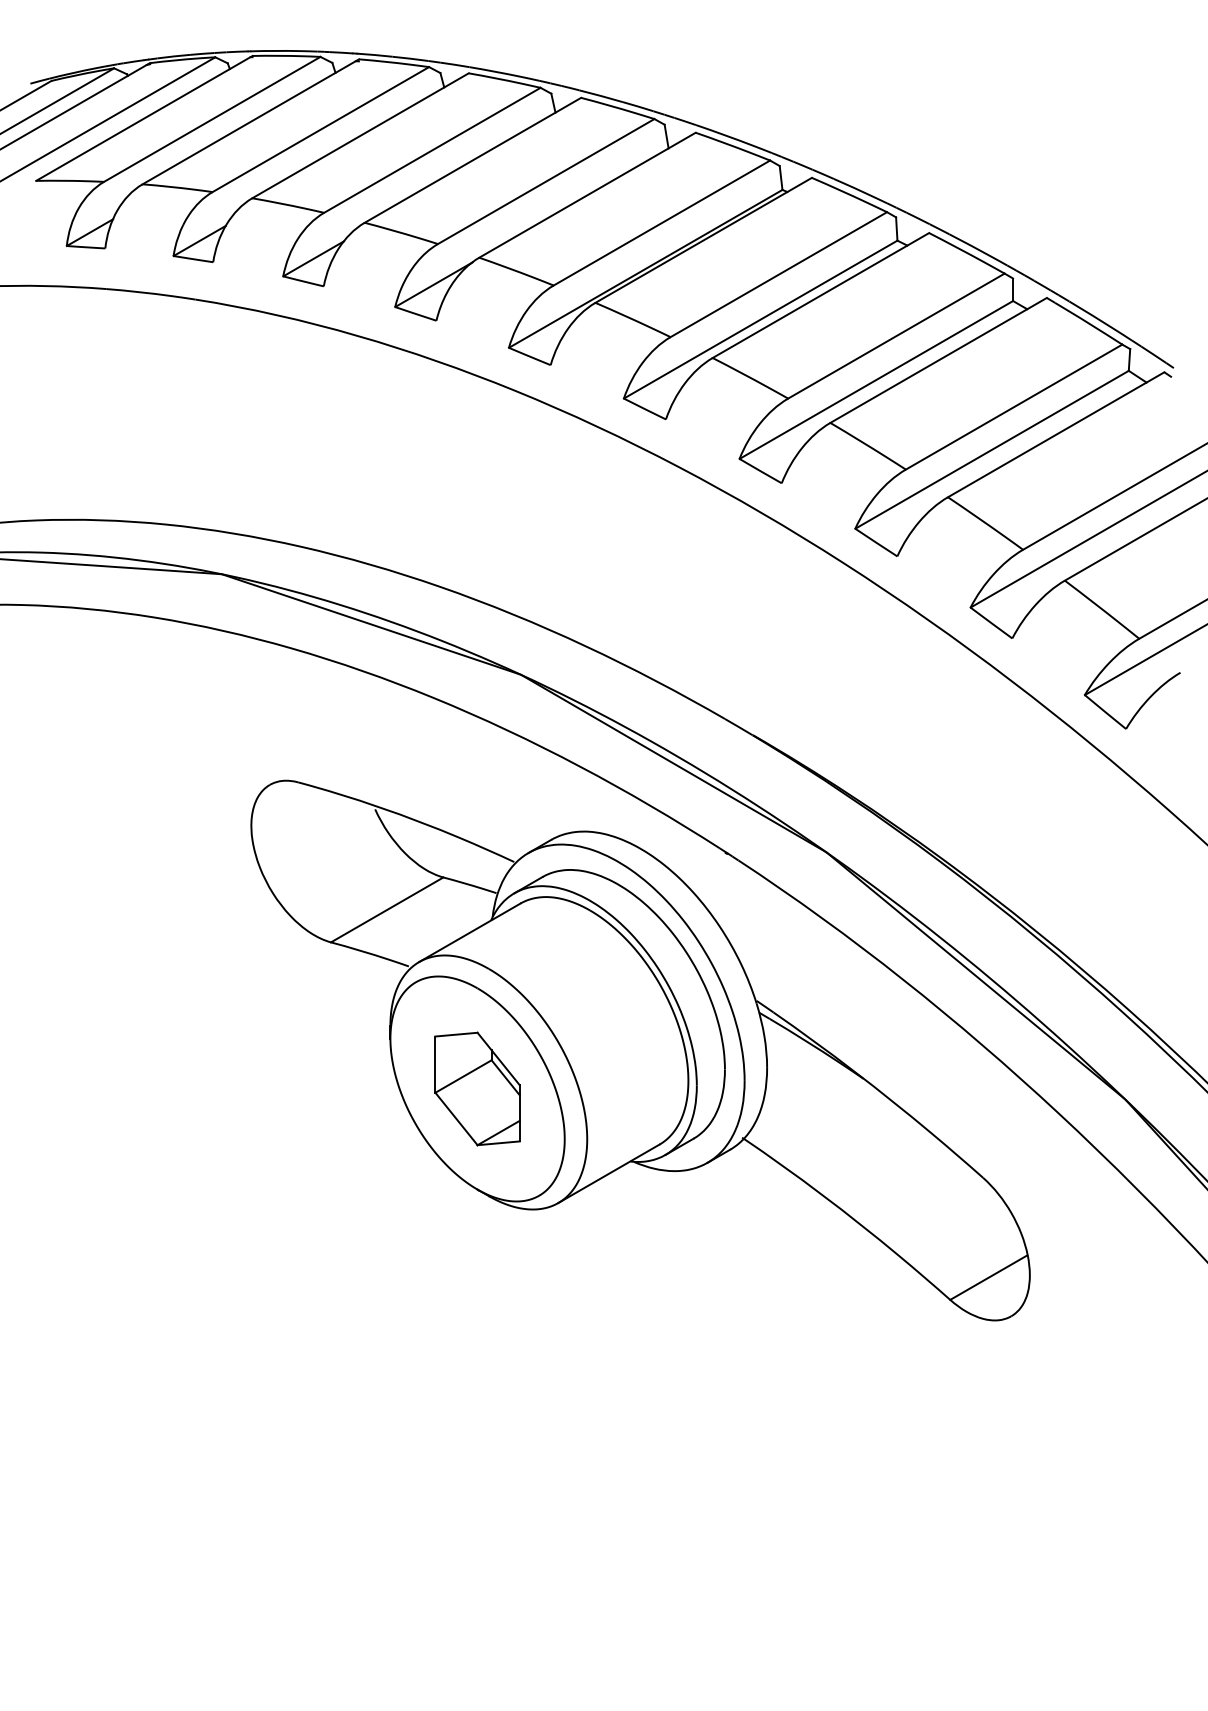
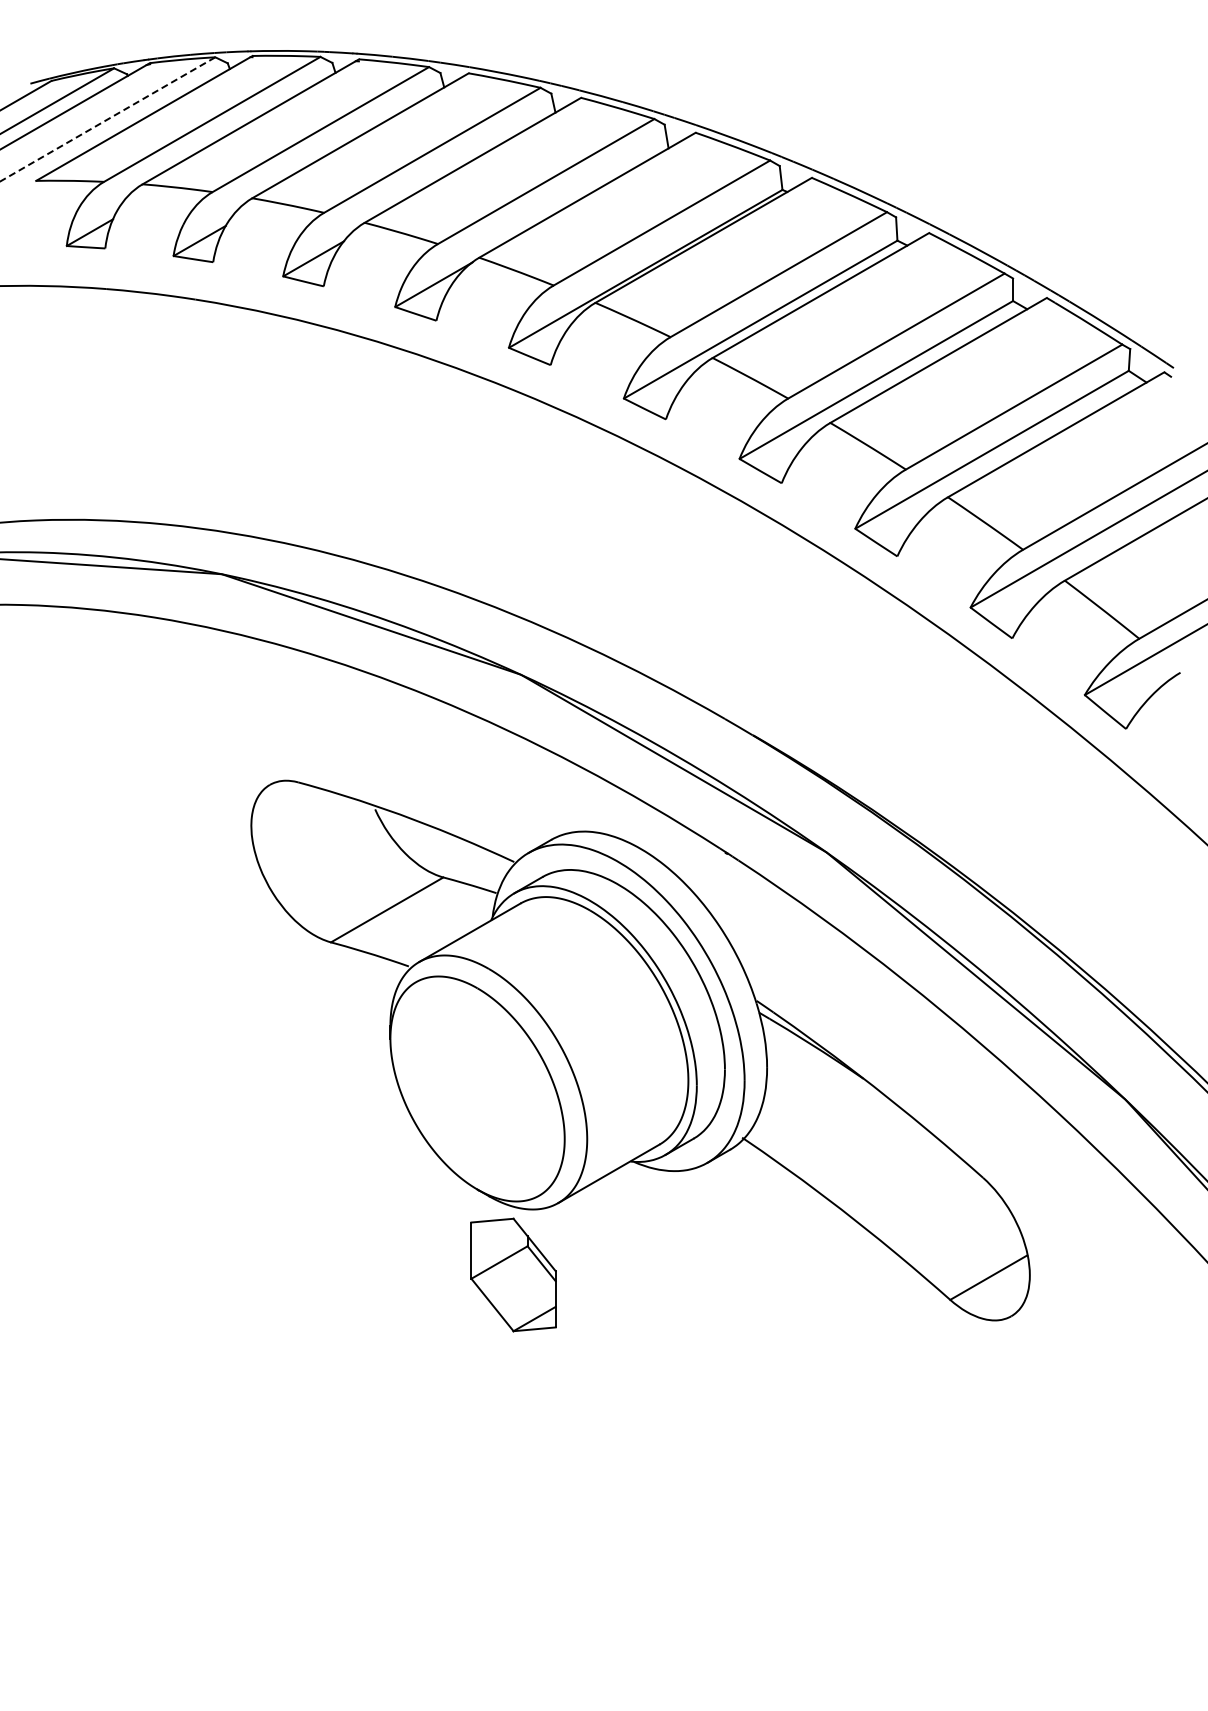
line at (108, 119): solid -> dashed
part at (477, 1088) position: (477, 1088) -> (513, 1274)
